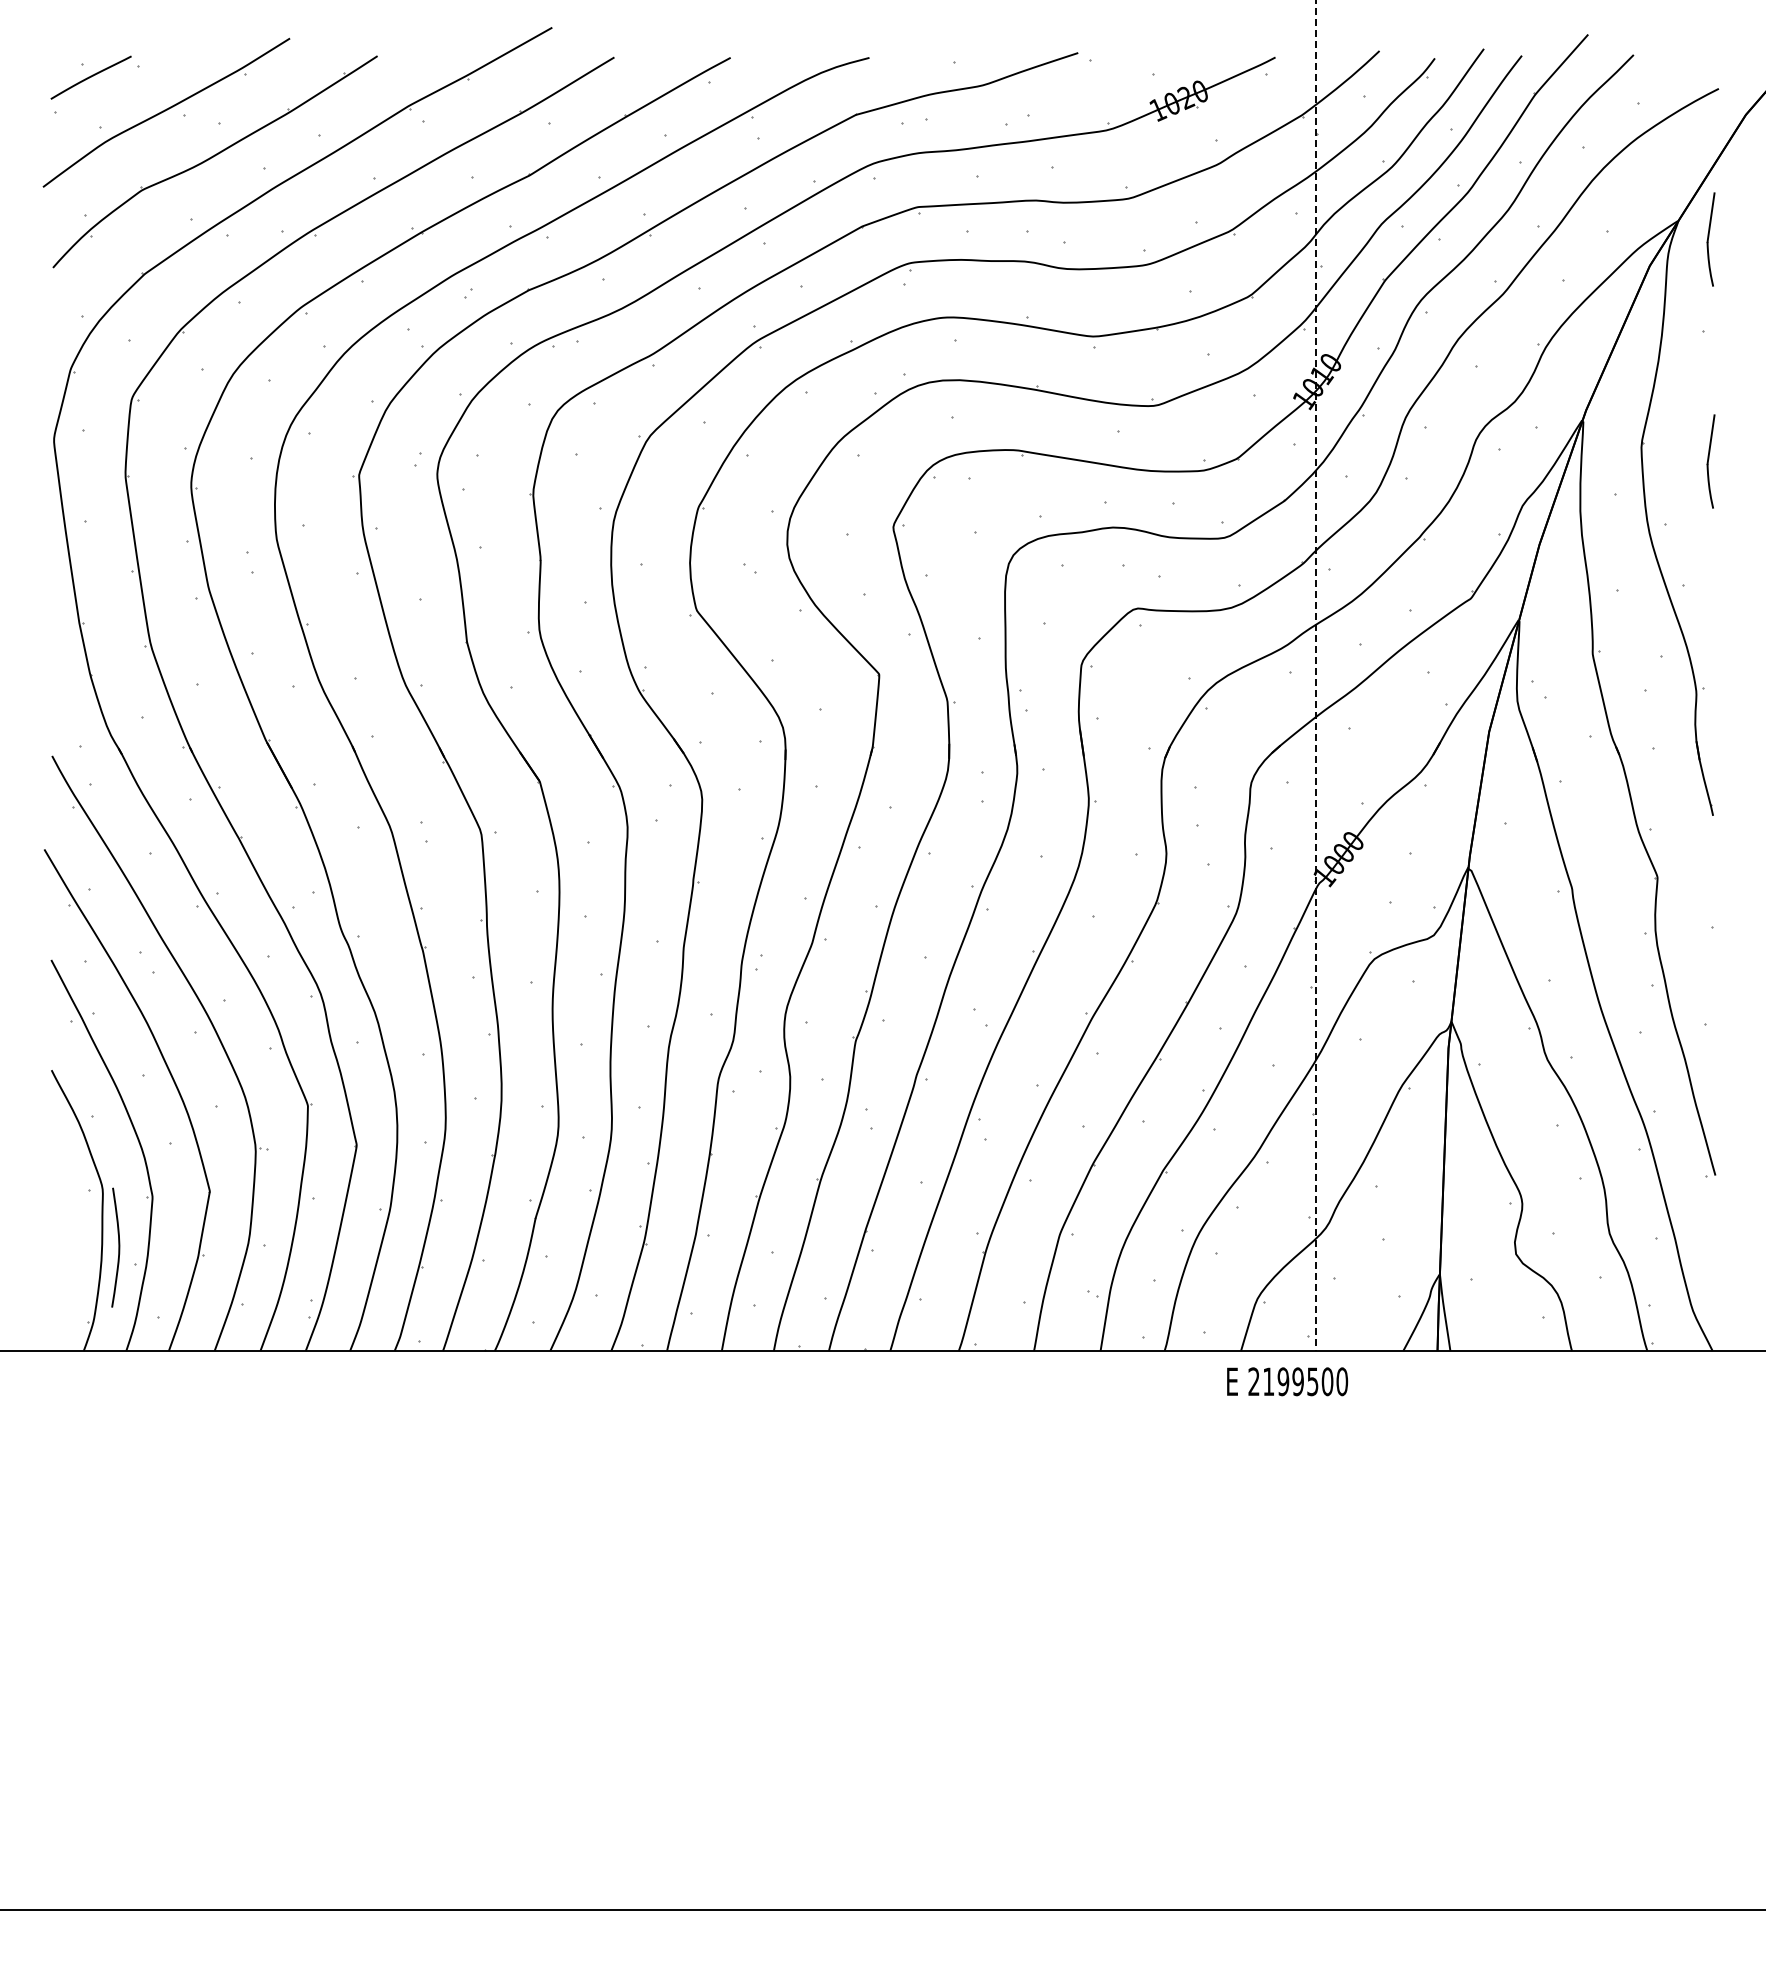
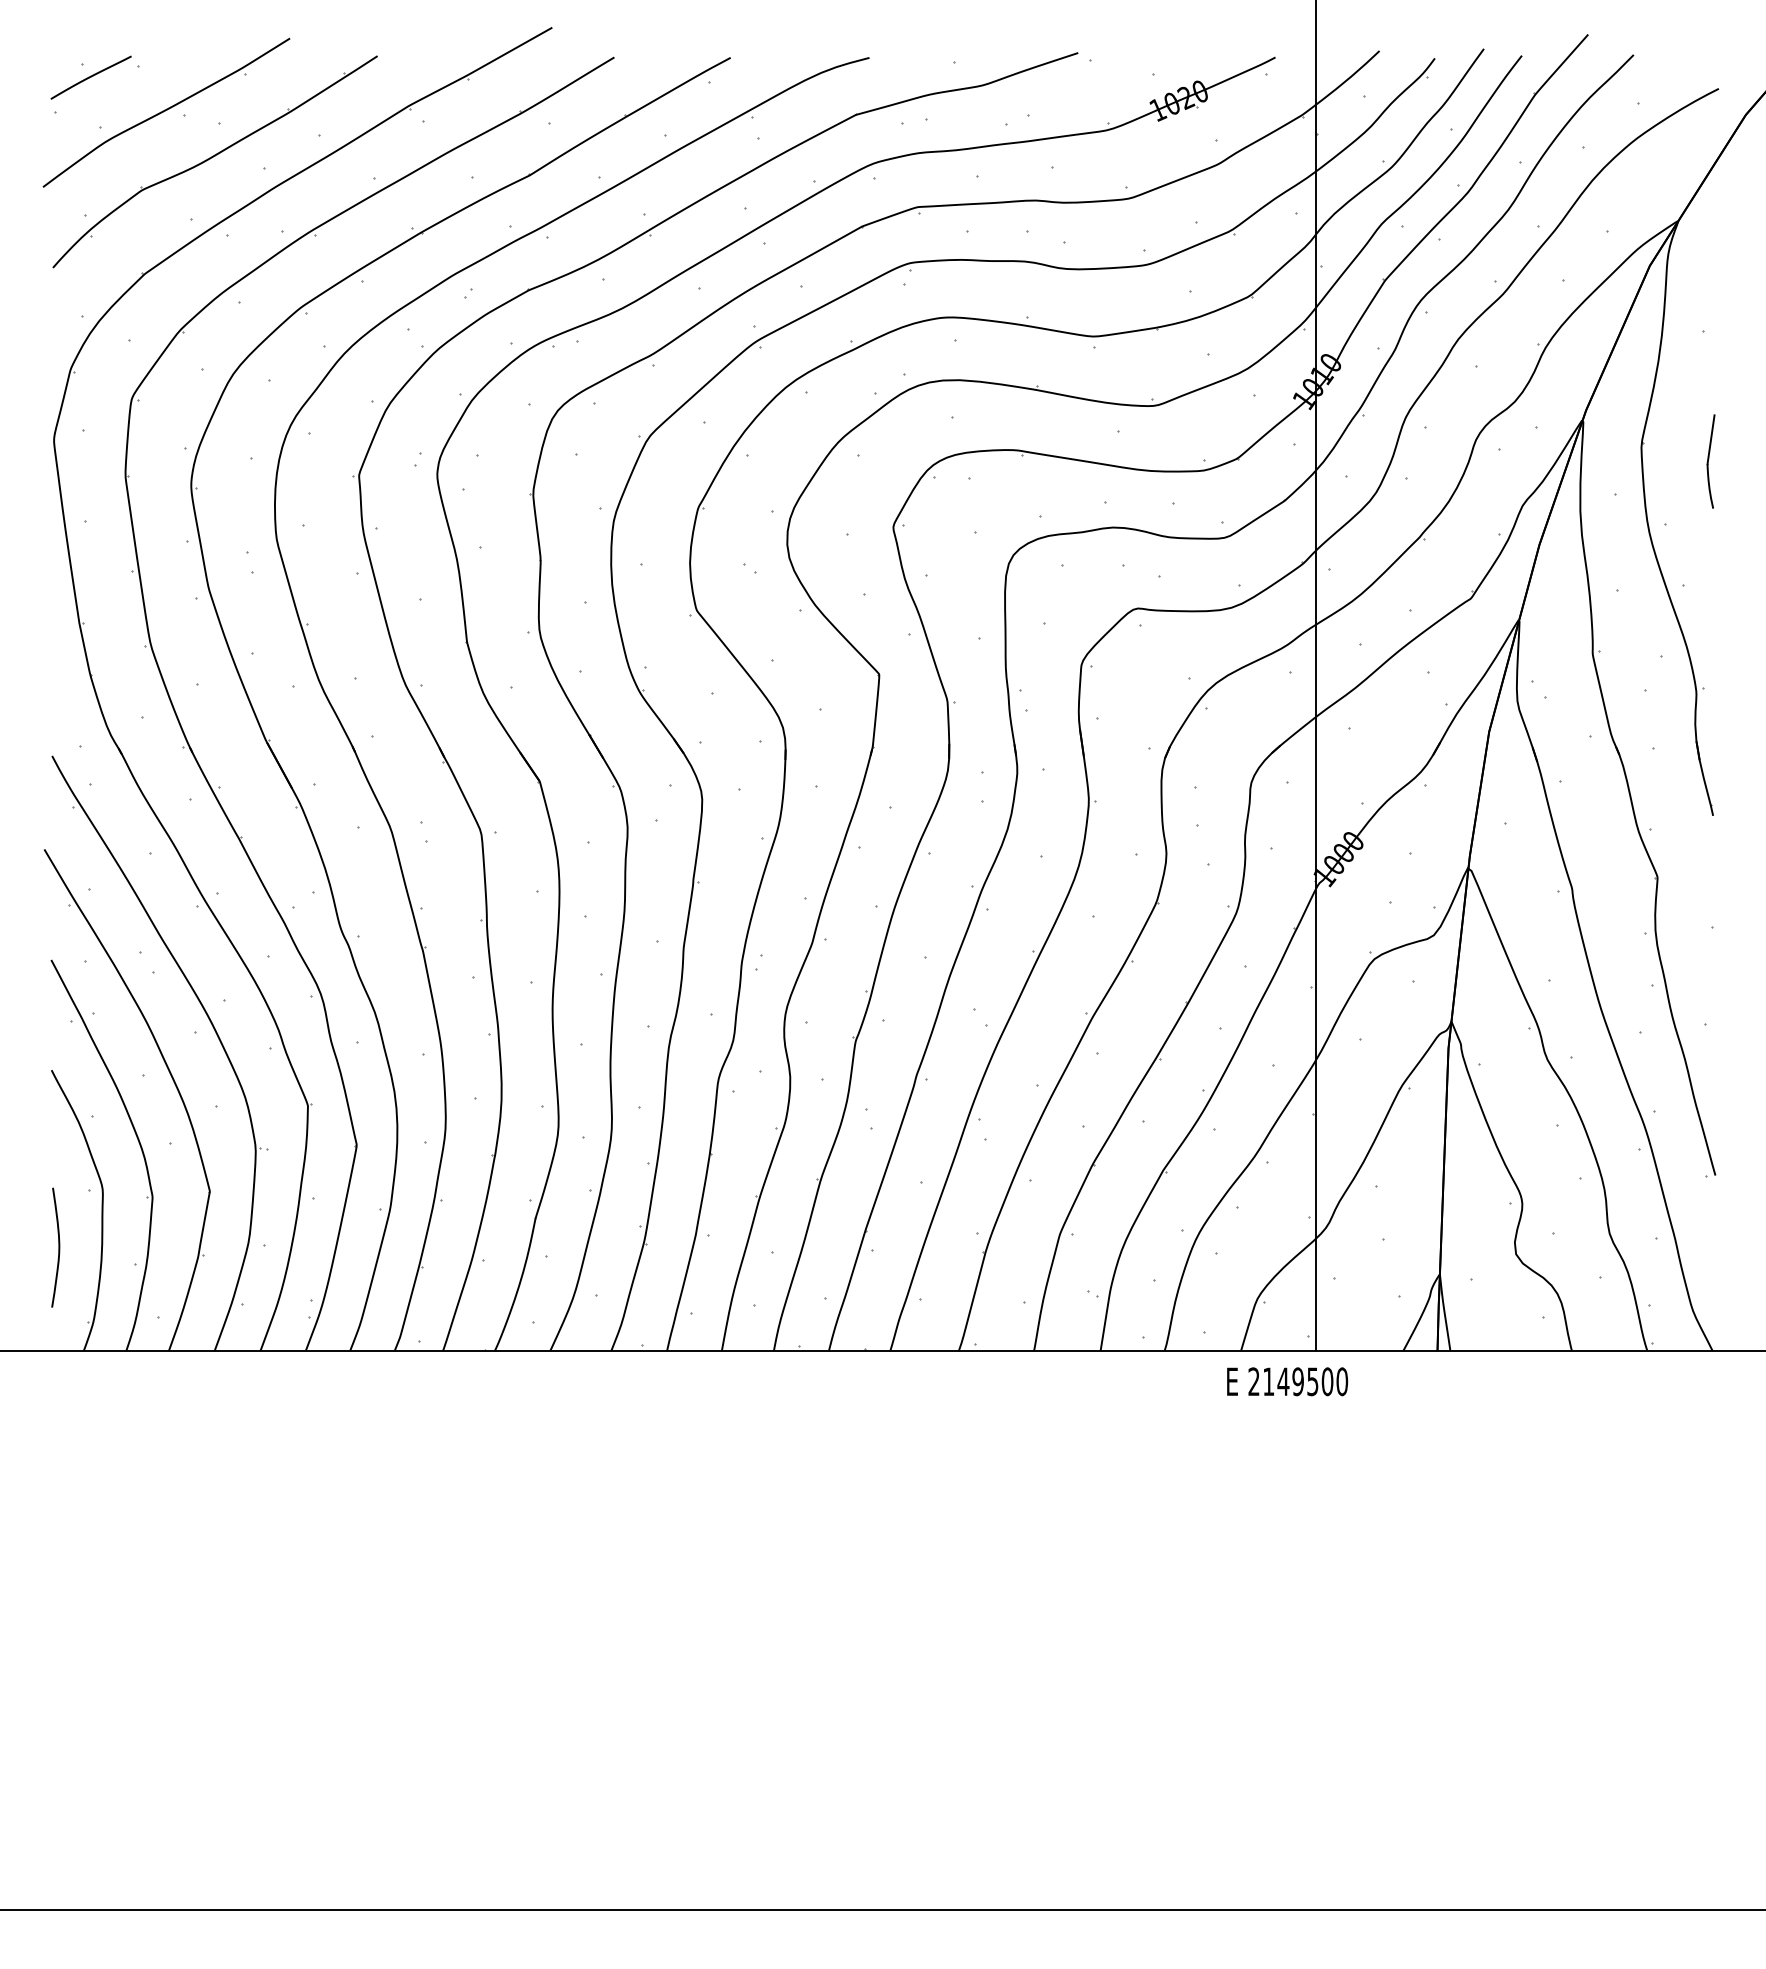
part at (1710, 239): present -> none
line at (1315, 675): dashed -> solid
curve at (118, 1247) position: (118, 1247) -> (58, 1247)
text at (1283, 1381): 2199500 -> 2149500
